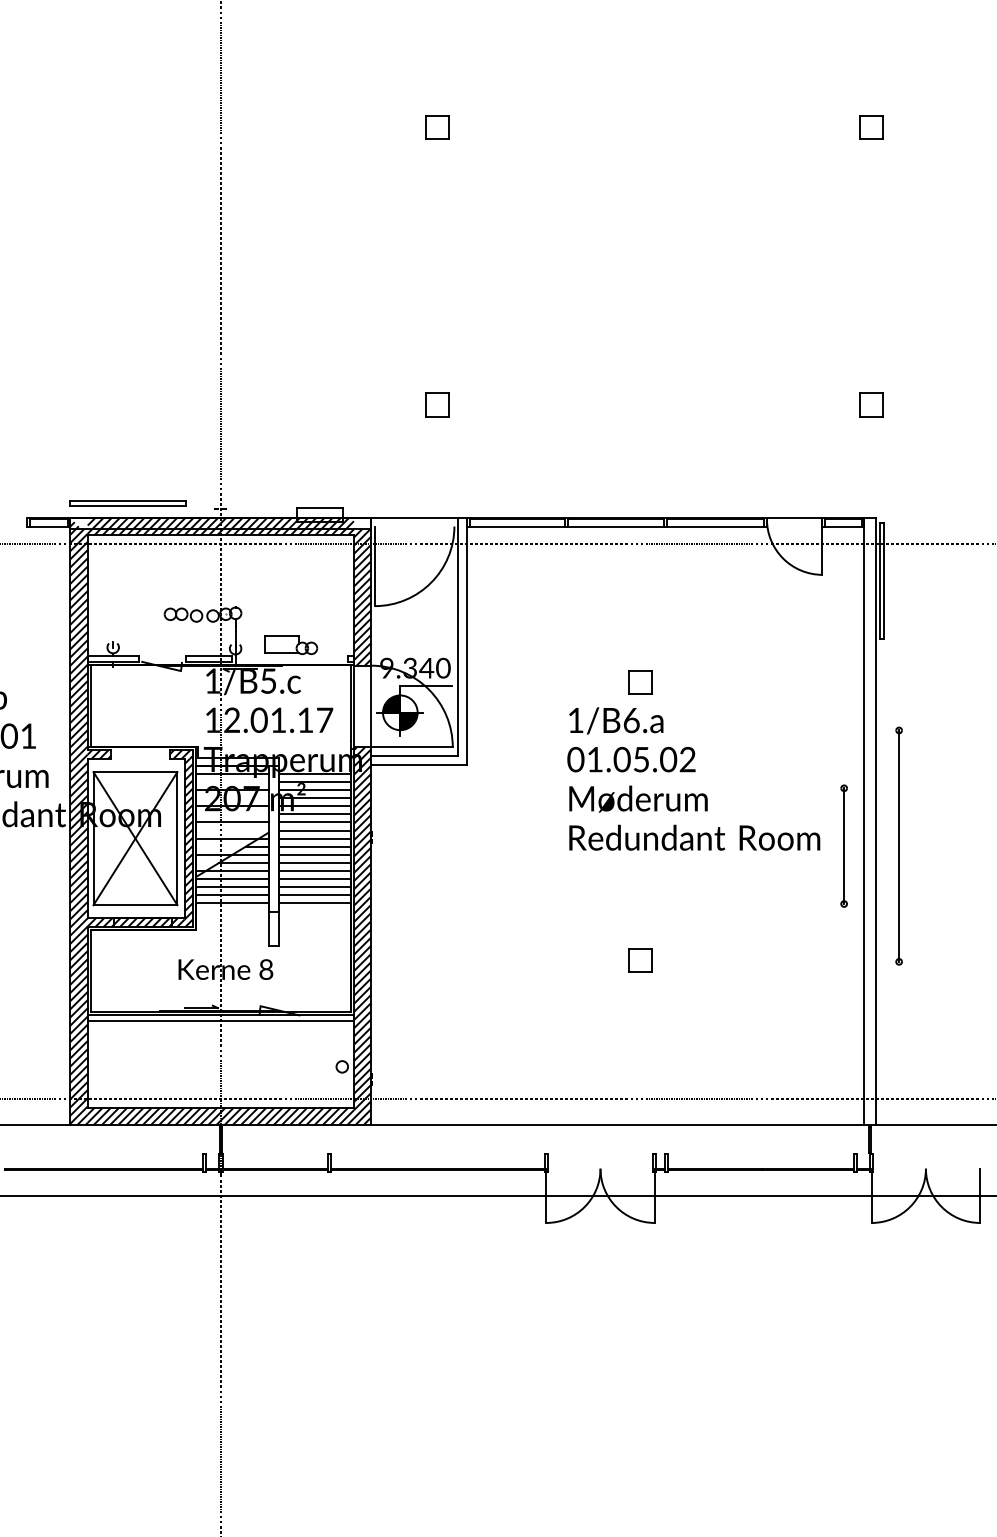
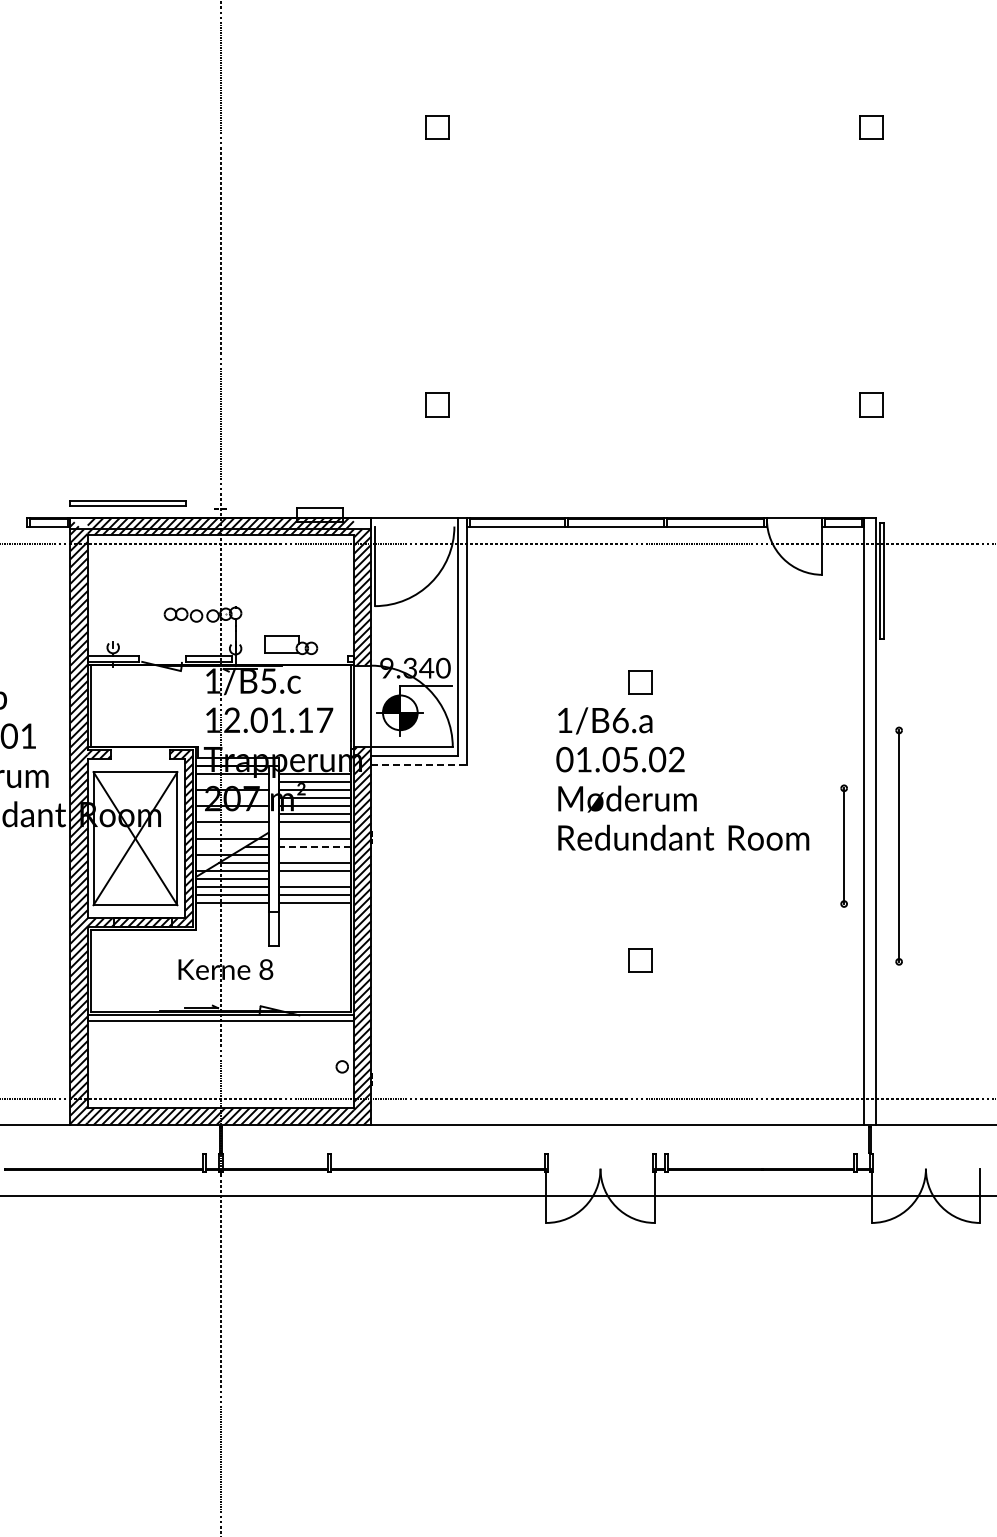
line at (418, 764): solid -> dashed
text at (693, 778) position: (693, 778) -> (682, 778)
line at (314, 830): present -> none
line at (314, 846): solid -> dashed
line at (314, 854): present -> none
line at (314, 879): present -> none
